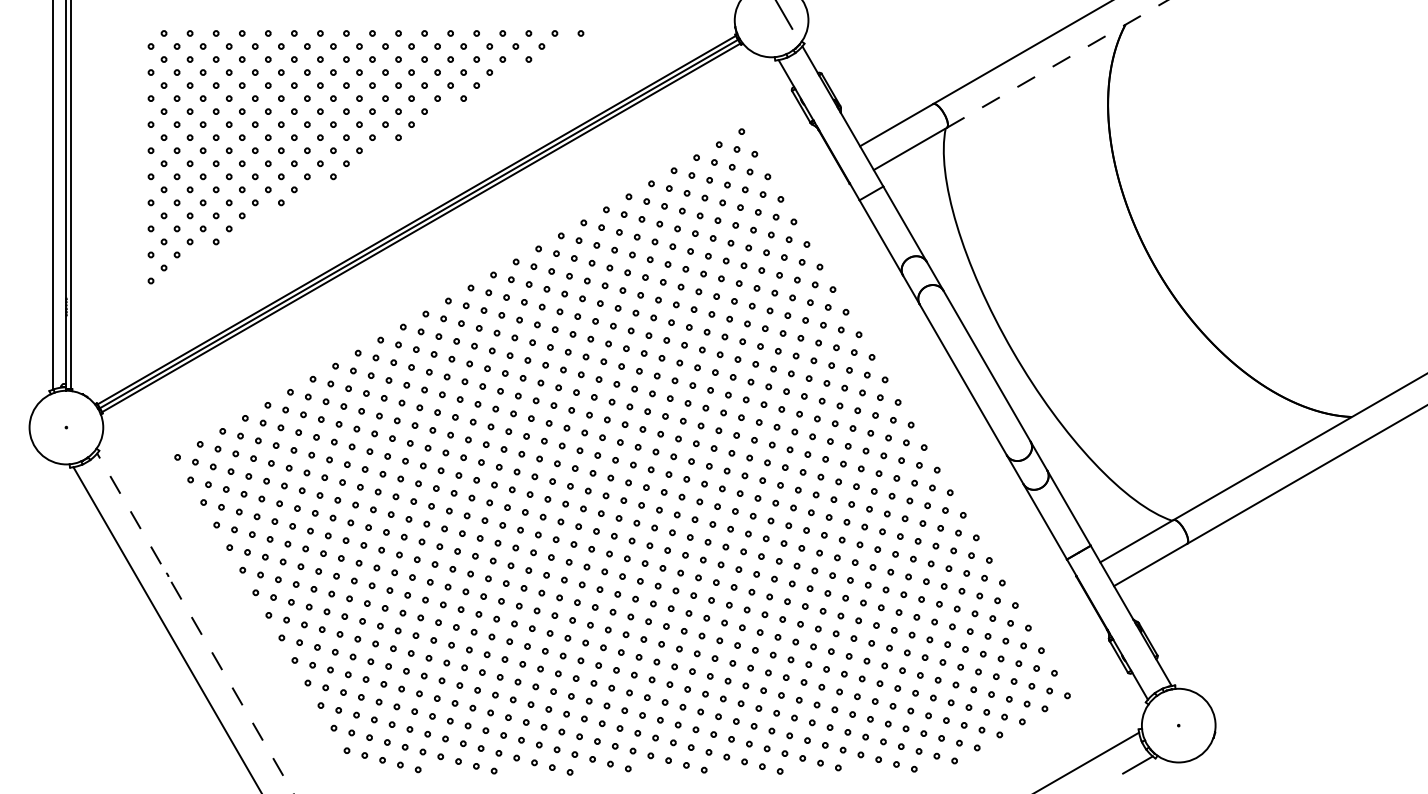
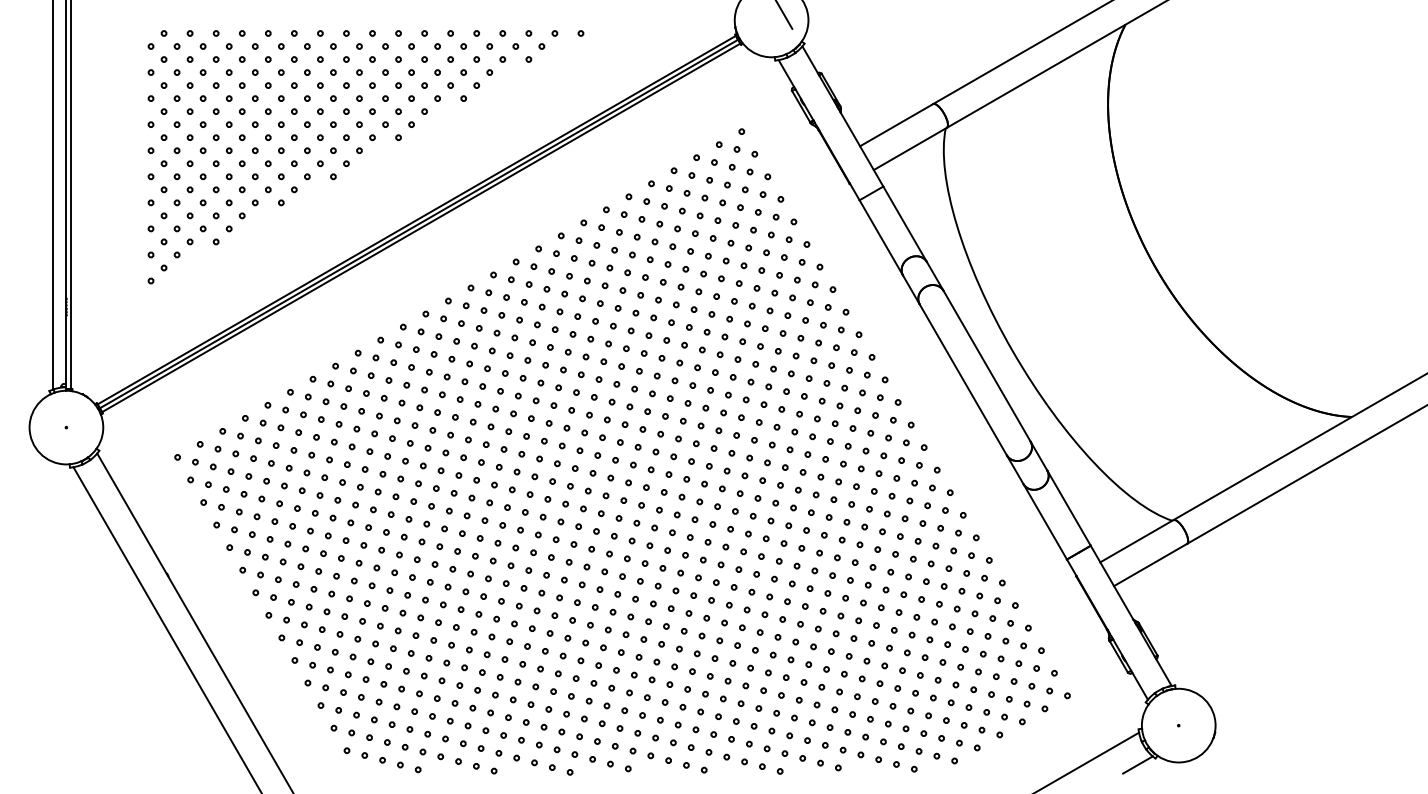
line at (1057, 63): dashed -> solid
line at (195, 623): dashed -> solid
